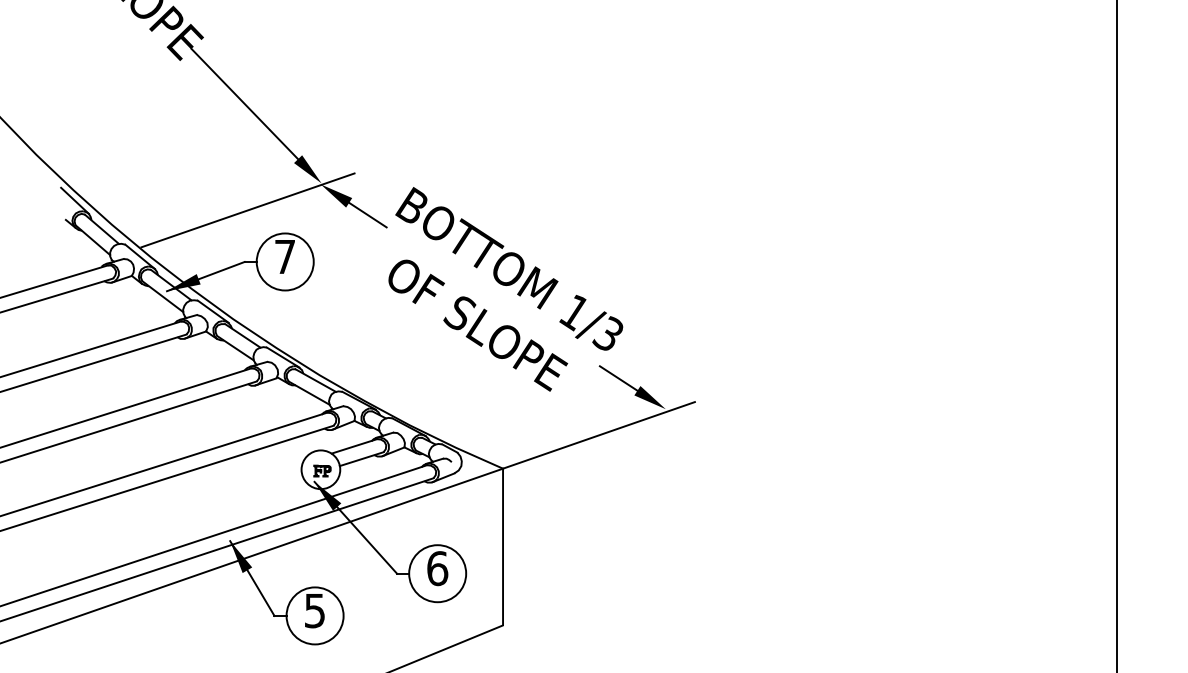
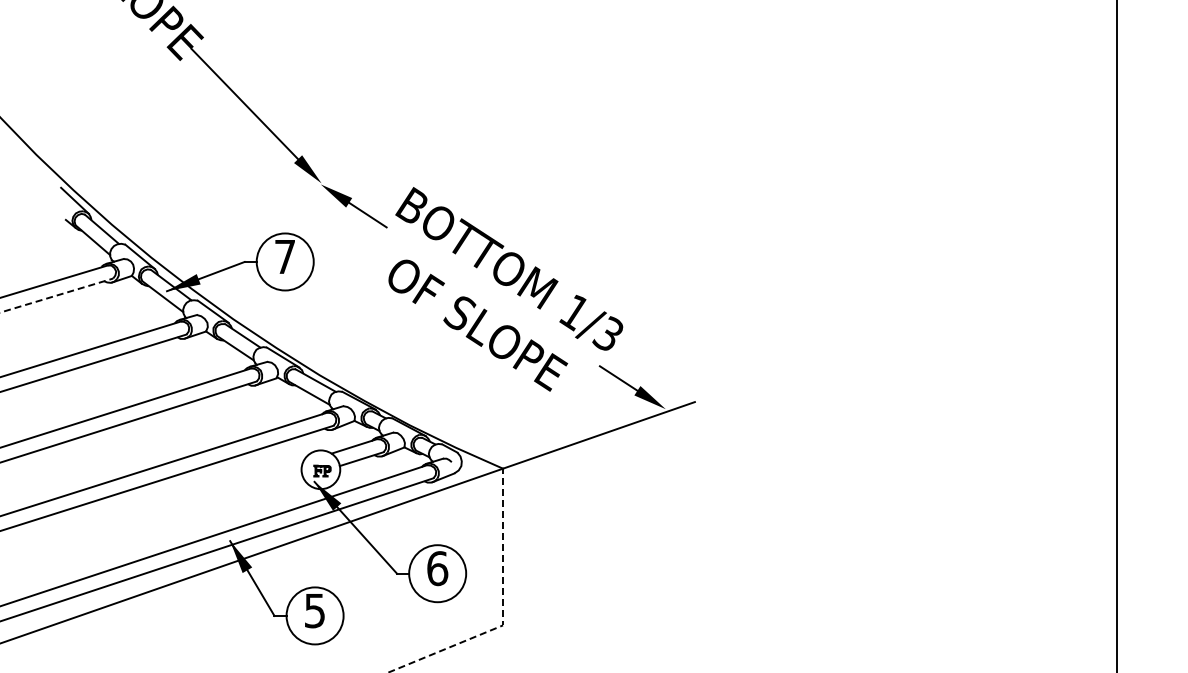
line at (247, 210): present -> none
line at (56, 295): solid -> dashed
line at (503, 609): solid -> dashed
